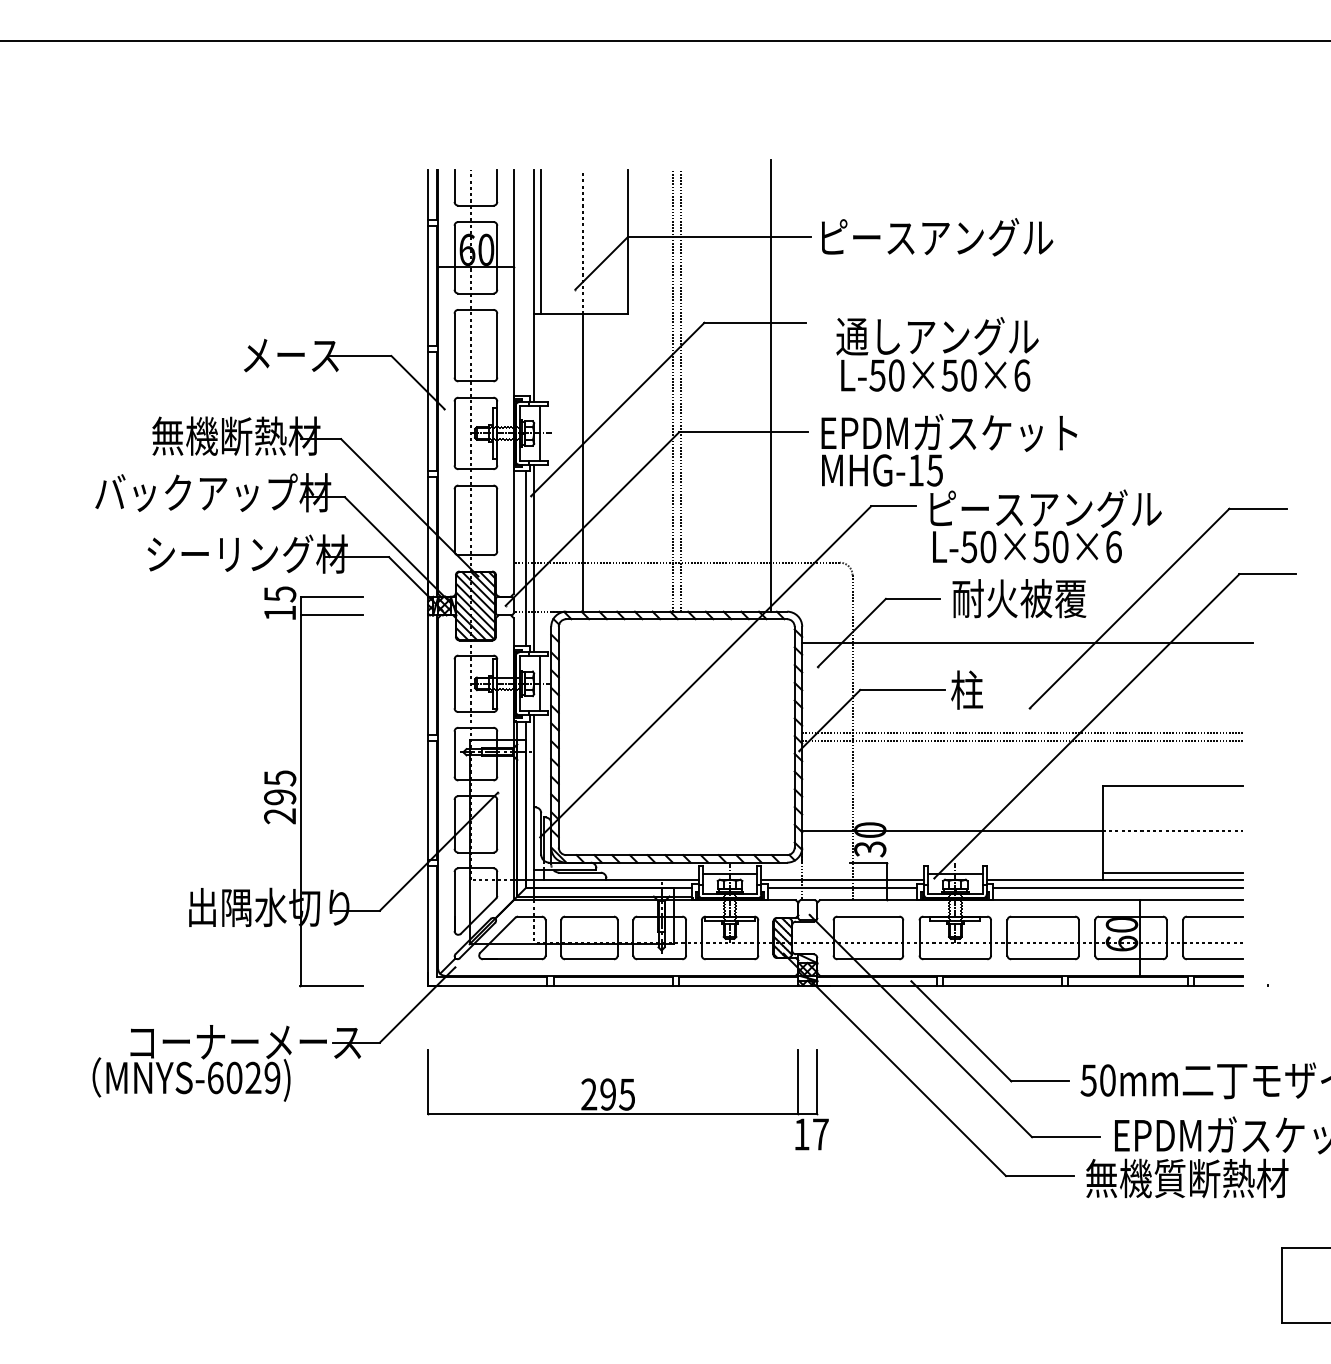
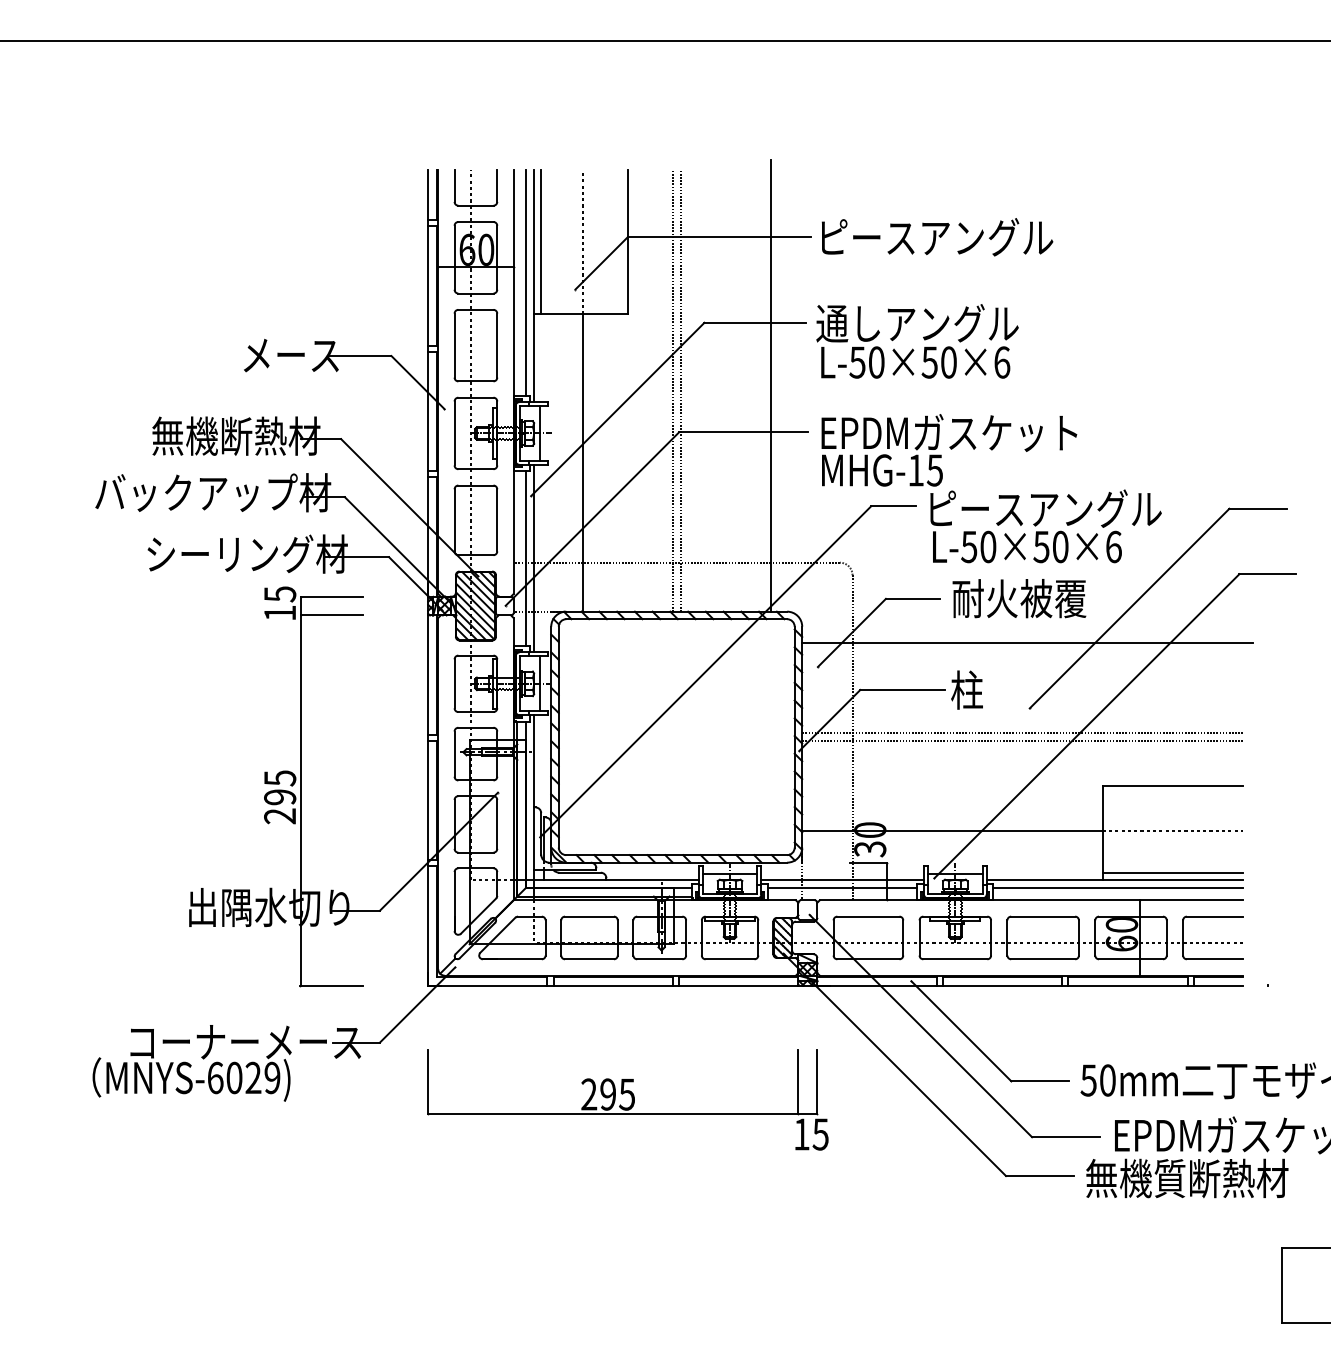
line at (526, 282): none -> present
text at (937, 354) position: (937, 354) -> (917, 341)
text at (820, 1134): 17 -> 15
